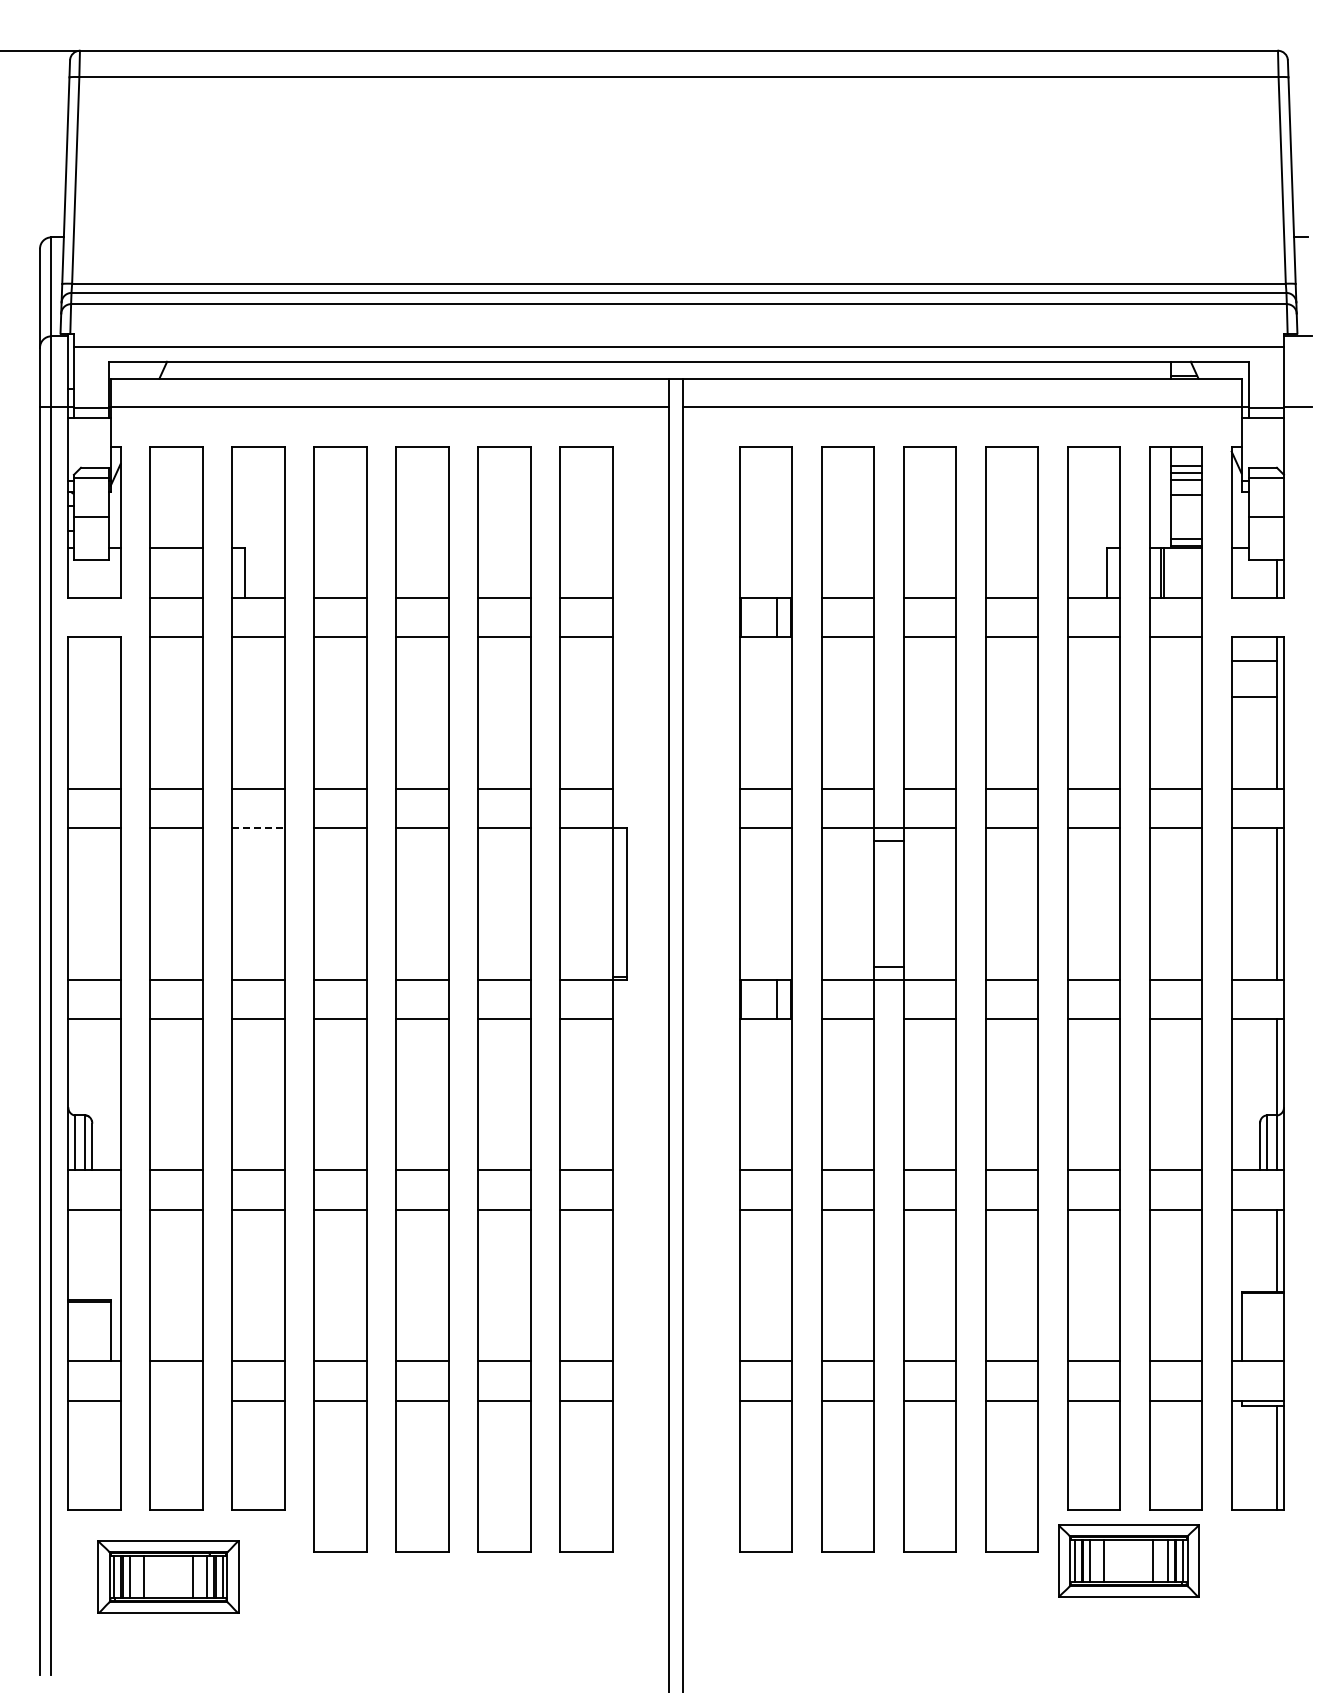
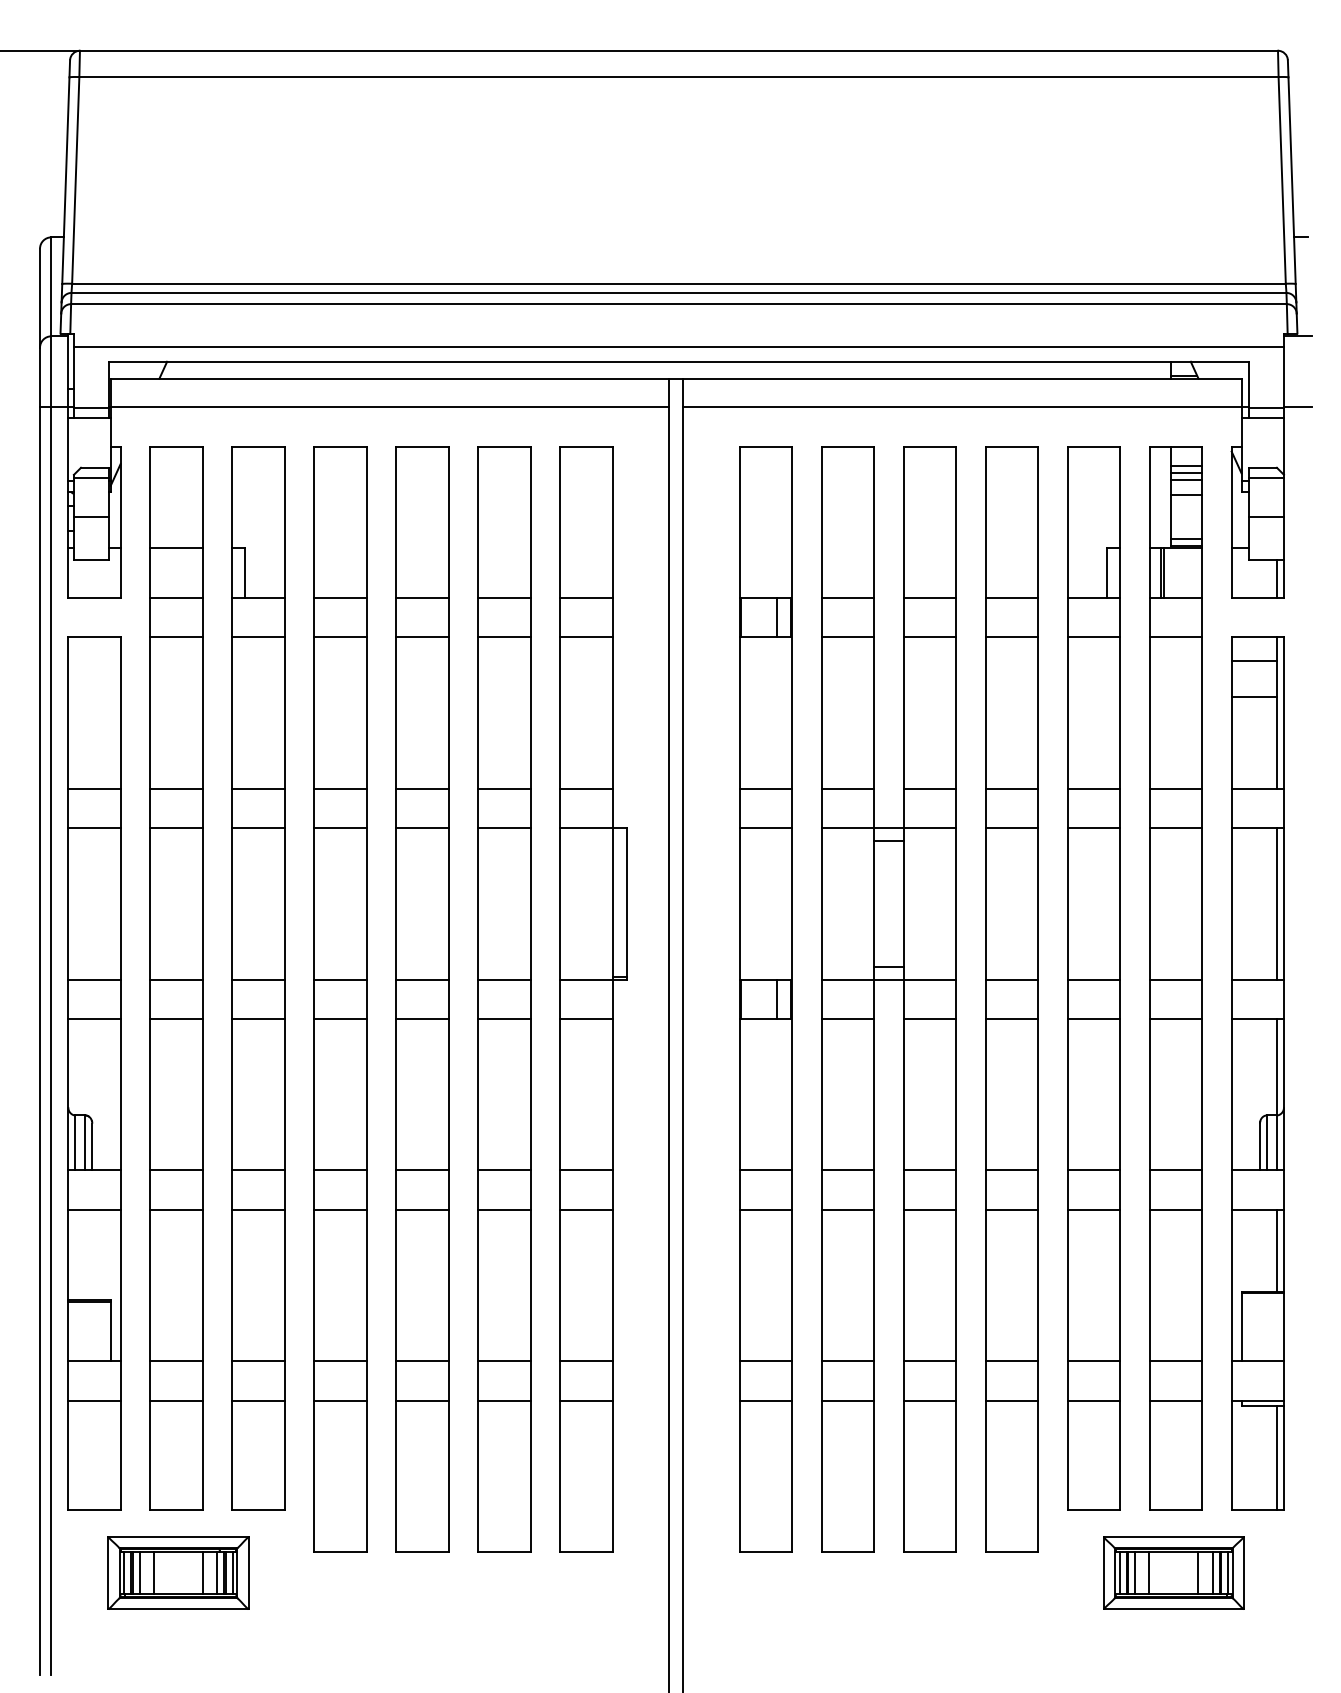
line at (258, 828): dashed -> solid
line at (176, 1400): none -> present
part at (1128, 1560) position: (1128, 1560) -> (1173, 1572)
part at (168, 1576) position: (168, 1576) -> (178, 1572)
